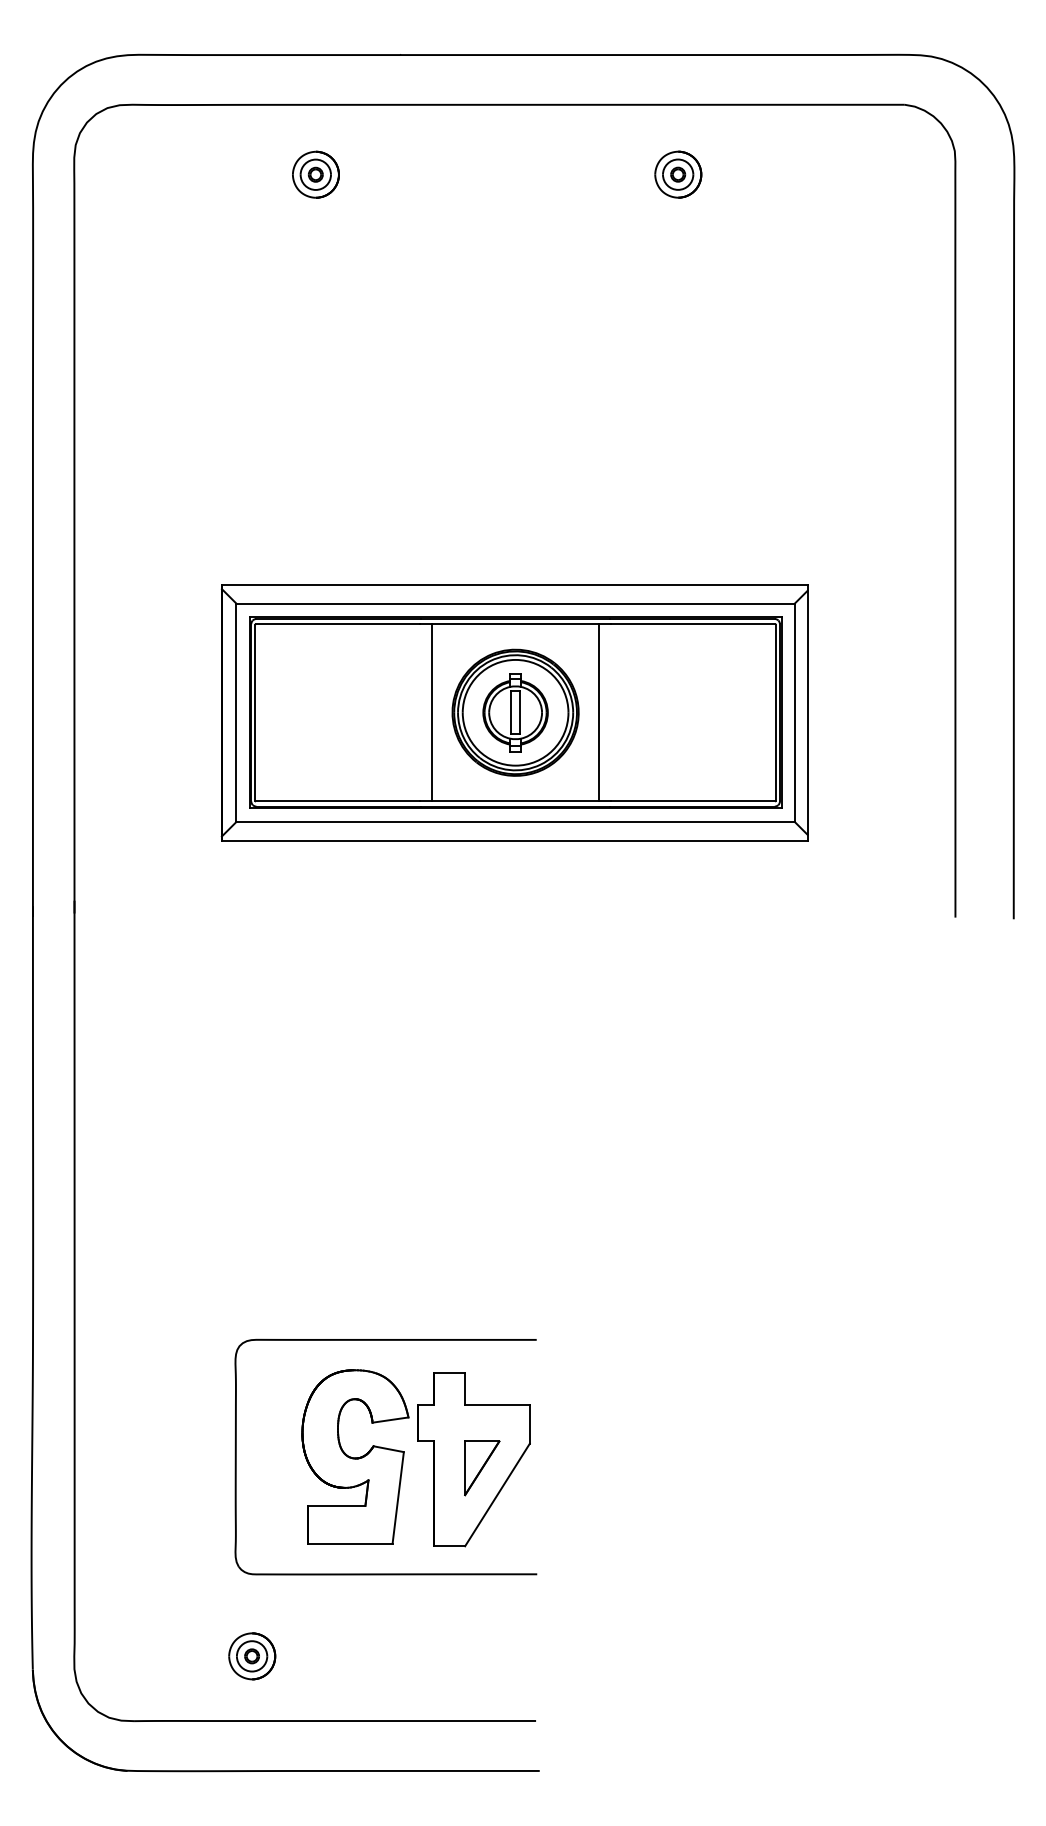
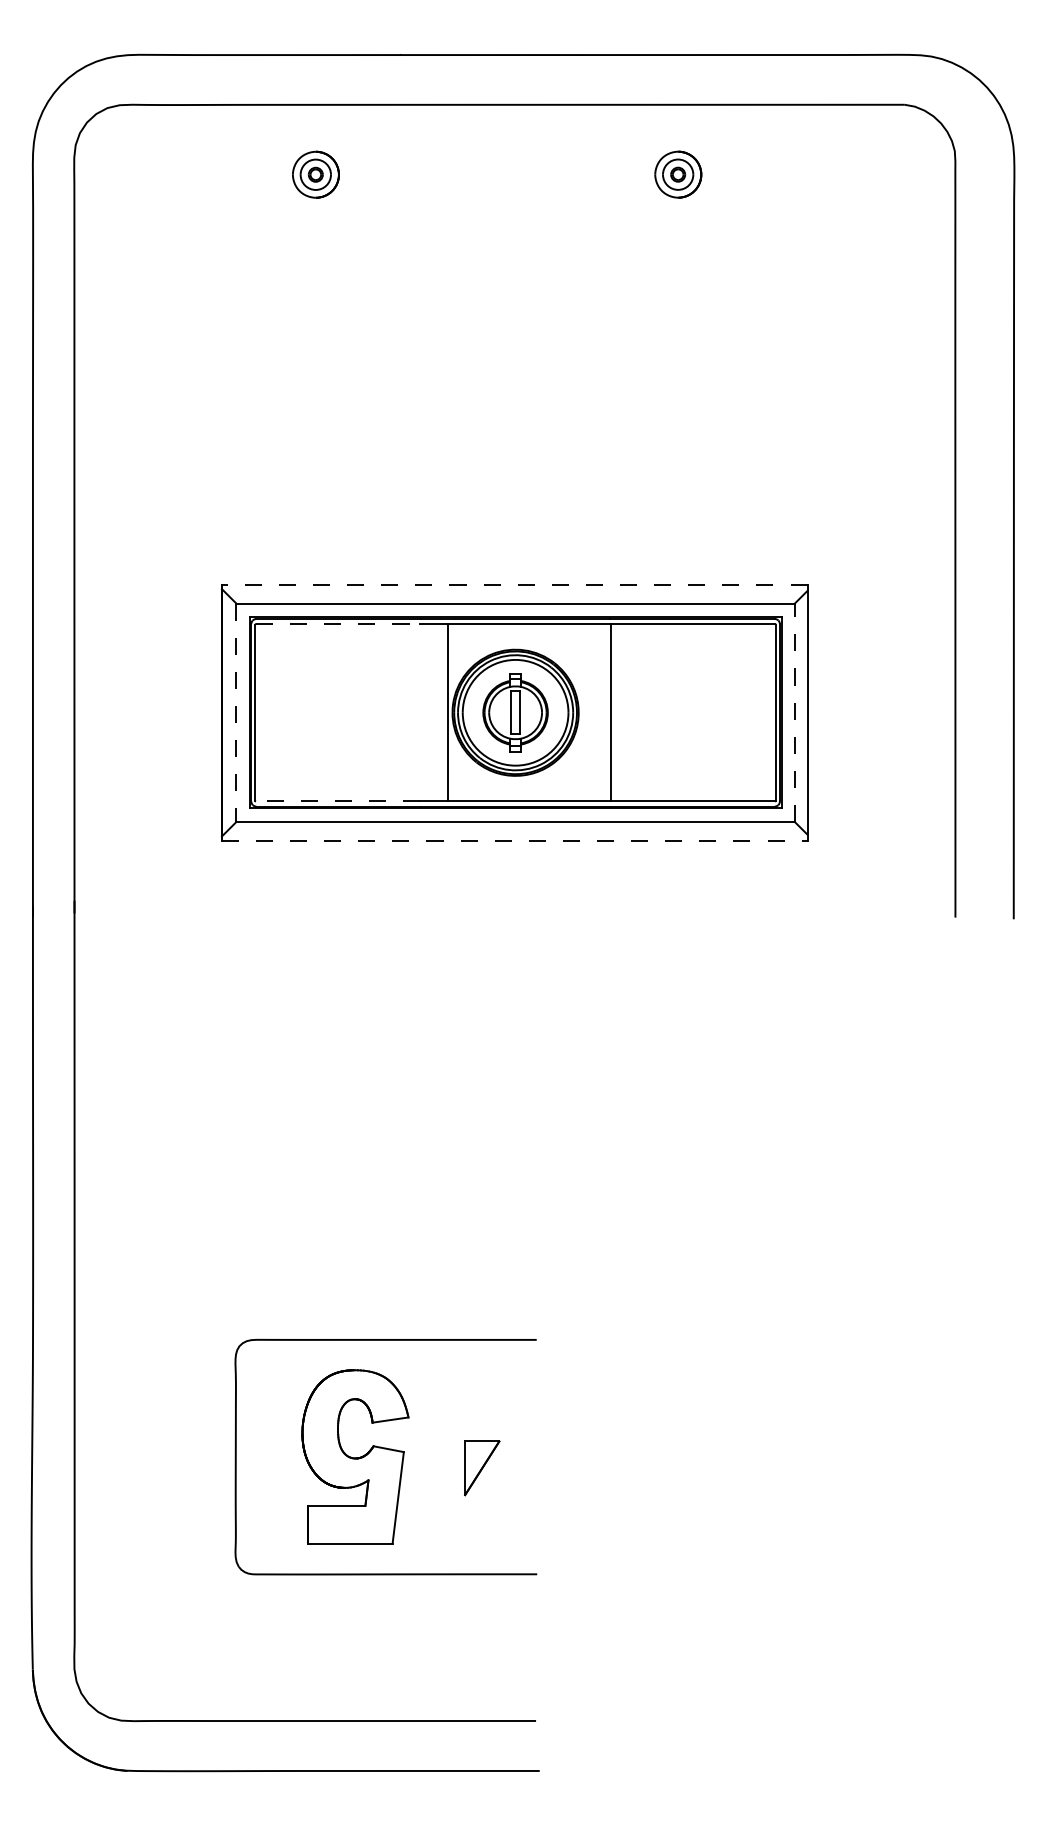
line at (514, 584): solid -> dashed
line at (338, 624): solid -> dashed
line at (432, 712) position: (432, 712) -> (448, 712)
line at (599, 712) position: (599, 712) -> (611, 712)
line at (794, 712): solid -> dashed
line at (236, 713): solid -> dashed
line at (337, 801): solid -> dashed
line at (514, 840): solid -> dashed
part at (473, 1459): present -> none
part at (252, 1656): present -> none
